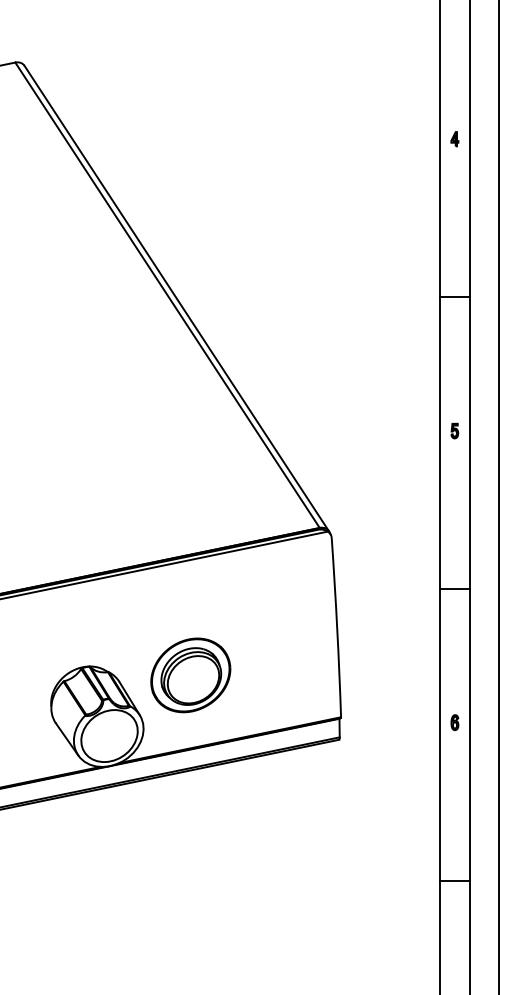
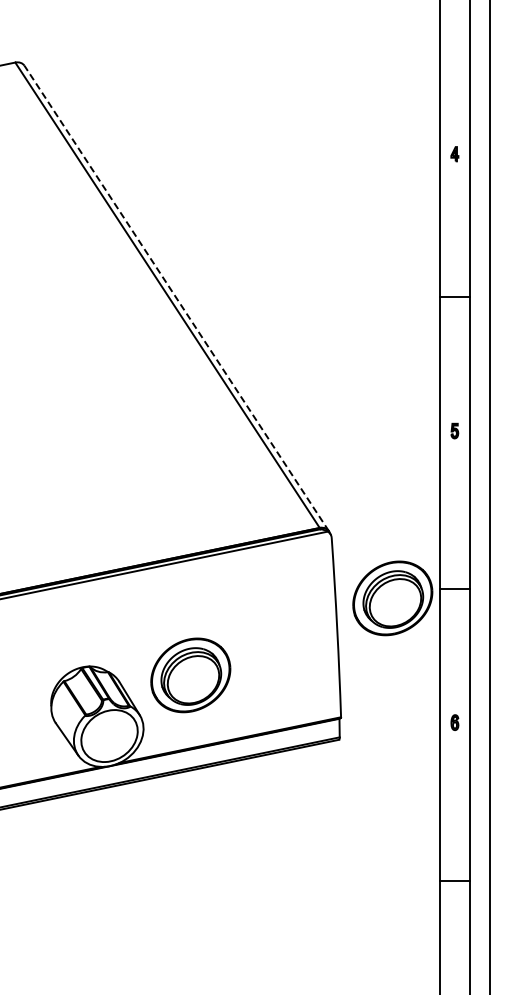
part at (454, 139) position: (454, 139) -> (454, 154)
line at (176, 298): solid -> dashed
line at (498, 496) position: (498, 496) -> (489, 496)
part at (392, 598): none -> present
